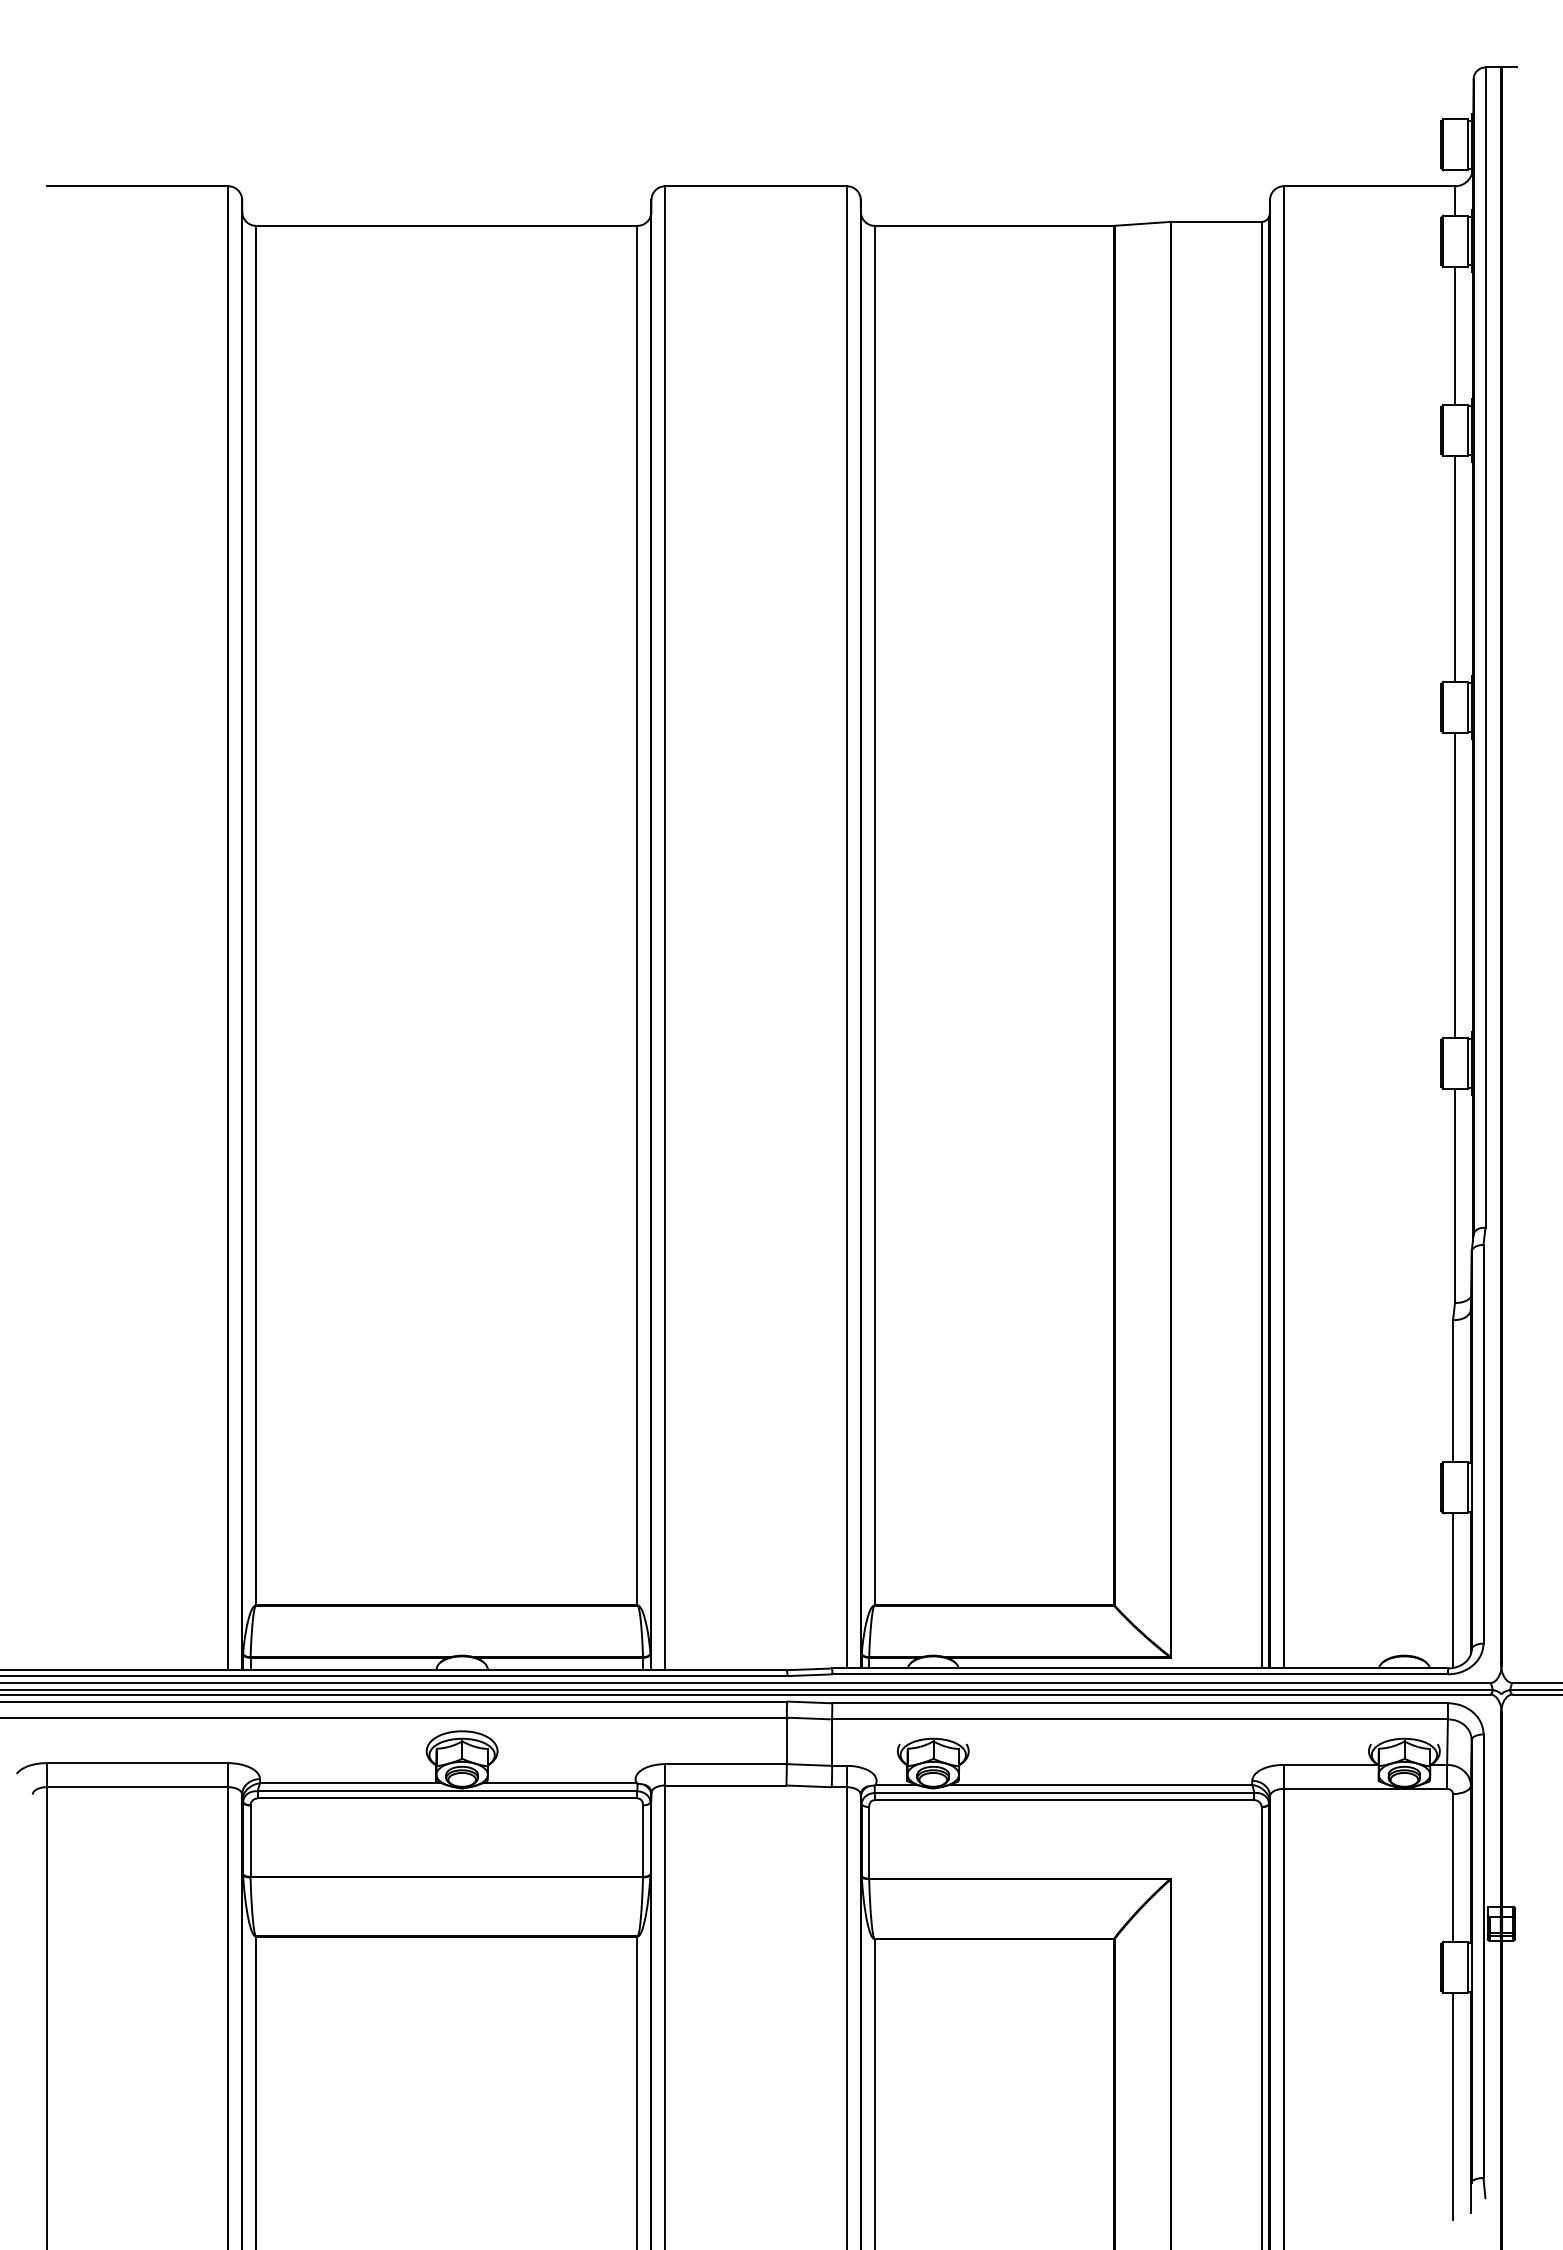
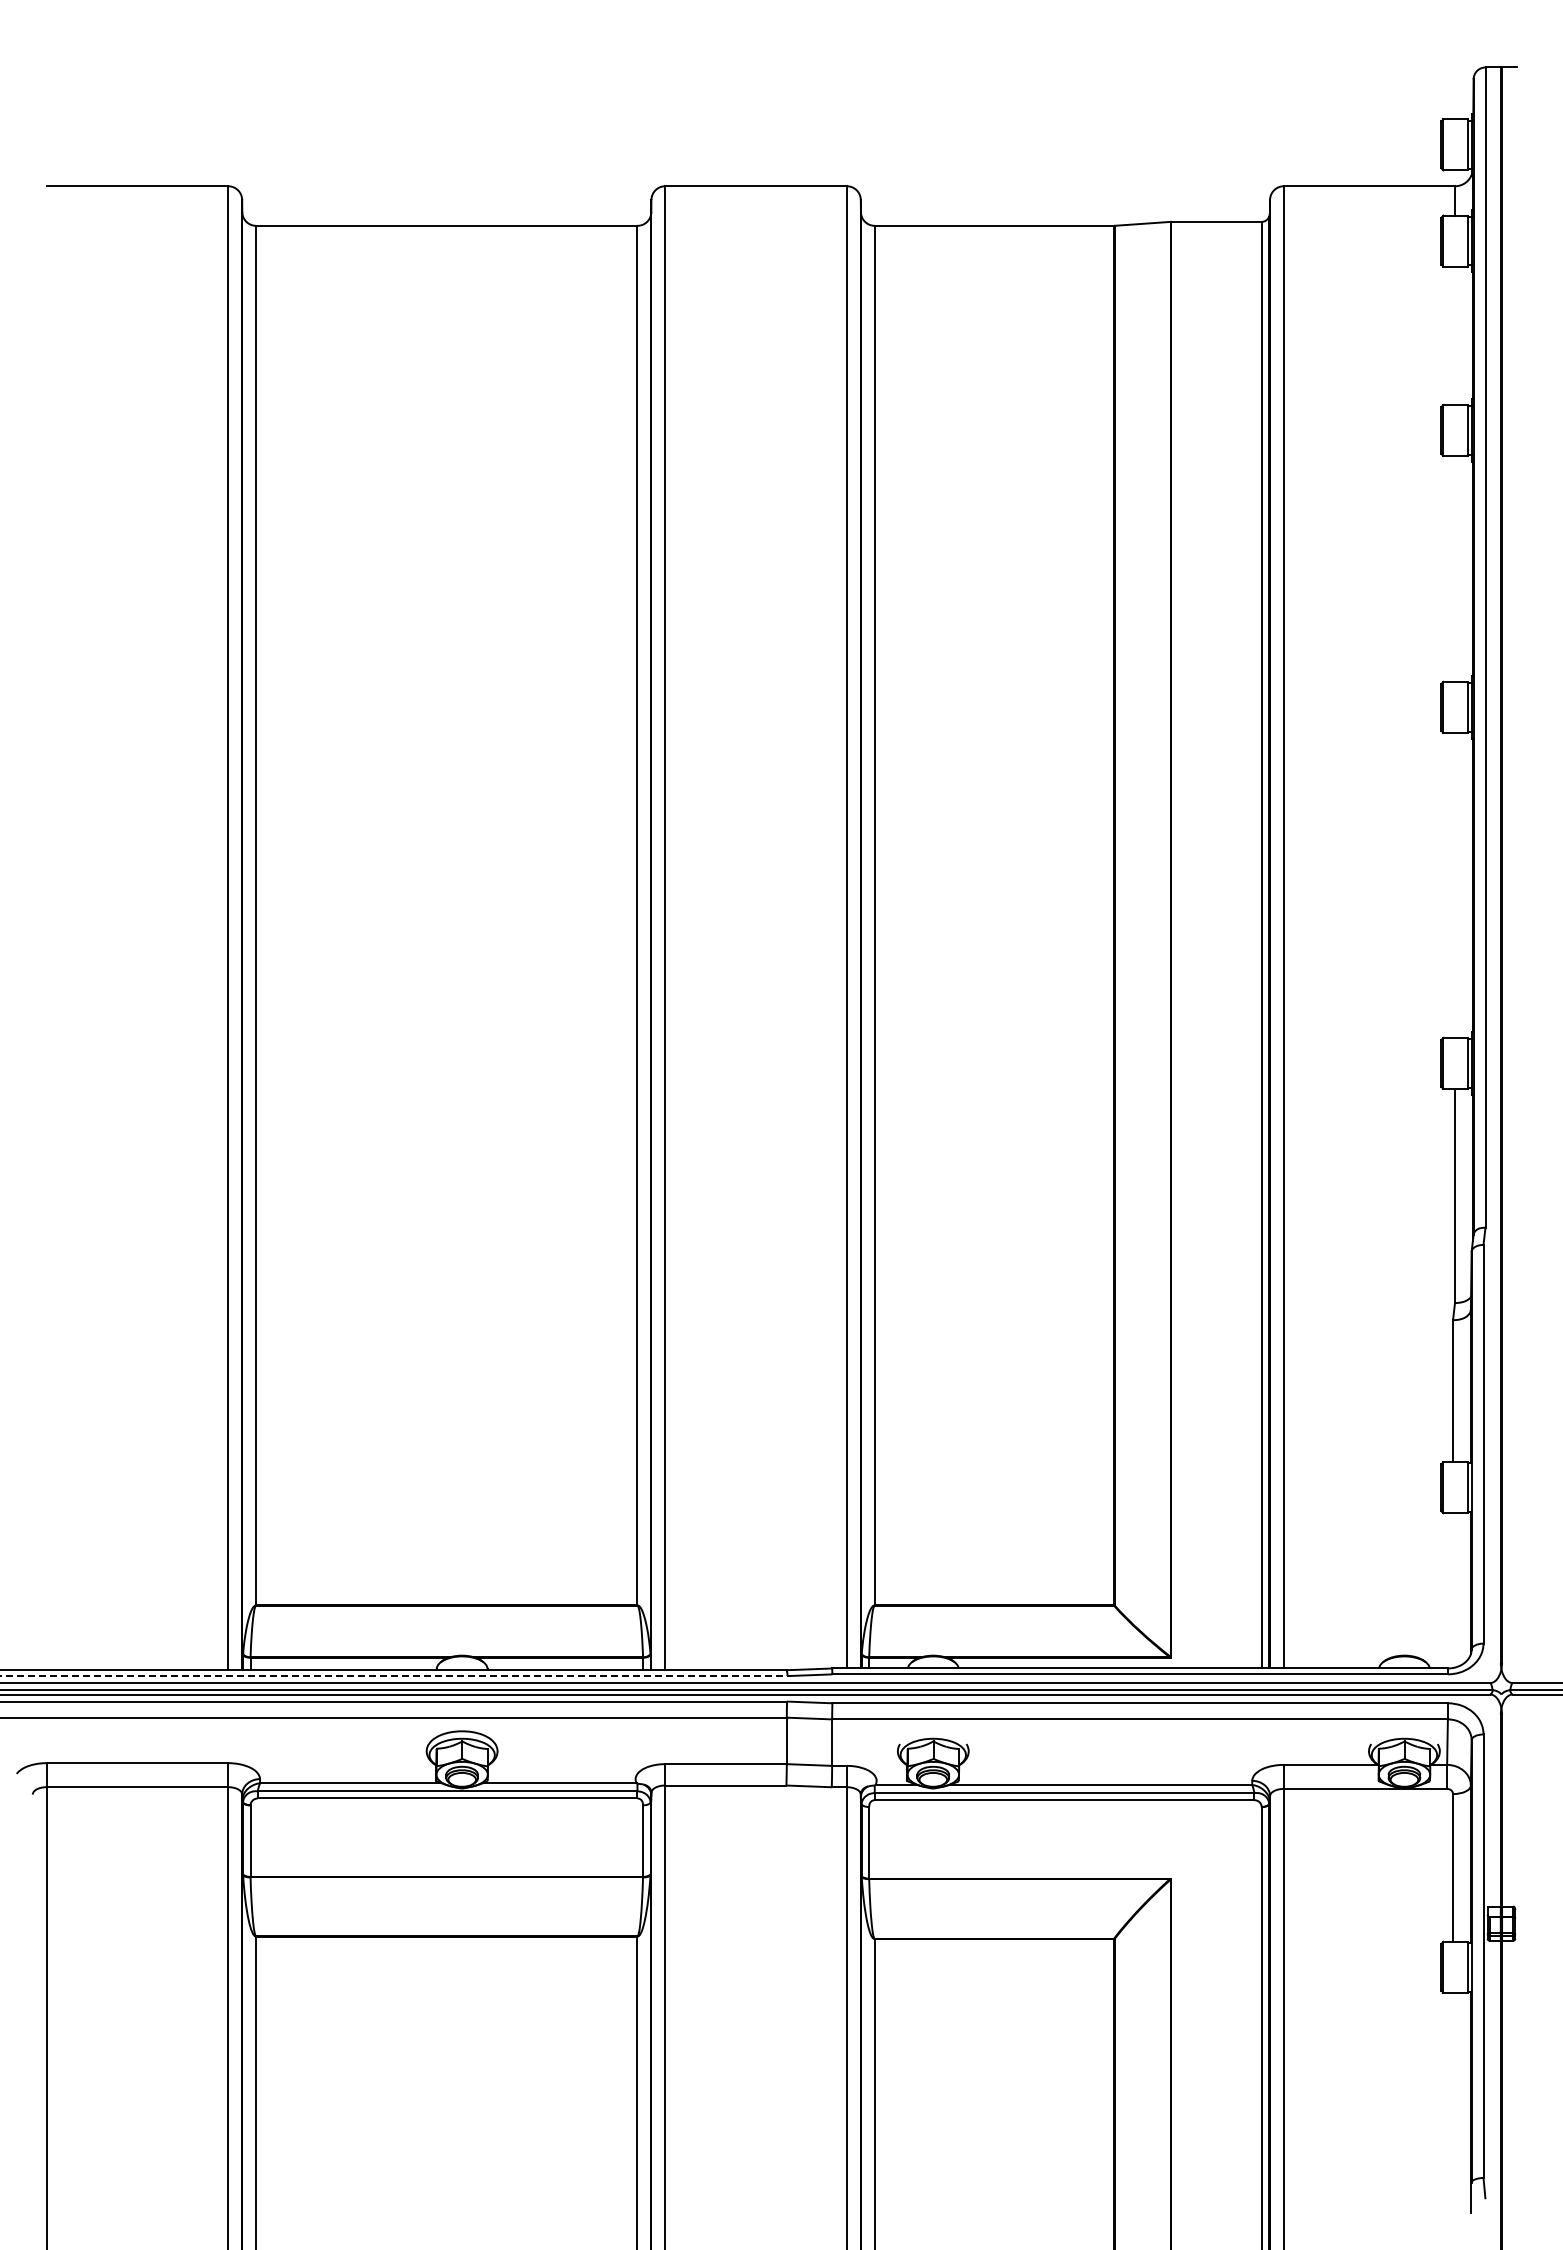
line at (1455, 335): present -> none
line at (1455, 568): present -> none
line at (1455, 884): present -> none
line at (1453, 1590): present -> none
line at (394, 1676): solid -> dashed
line at (1453, 2105): present -> none
